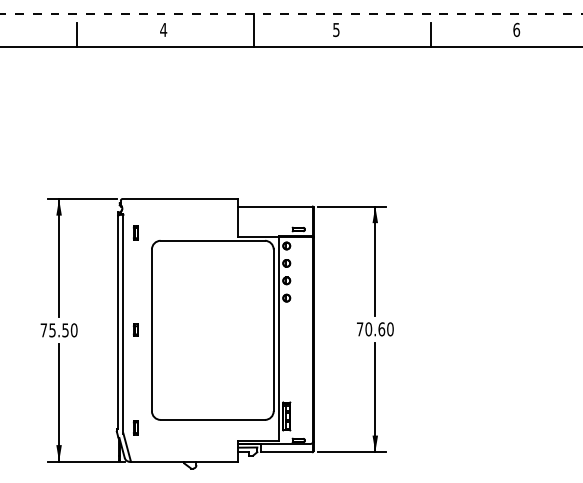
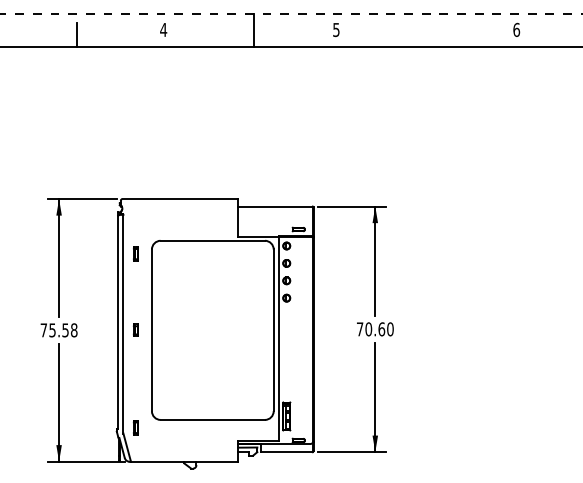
line at (430, 35): present -> none
part at (135, 232) position: (135, 232) -> (135, 253)
text at (73, 330): 75.50 -> 75.58
